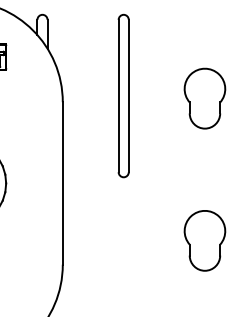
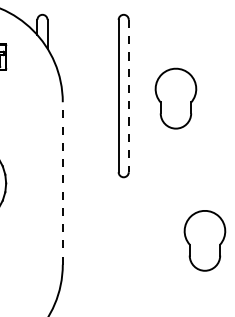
line at (128, 96): solid -> dashed
part at (204, 98) position: (204, 98) -> (175, 98)
line at (62, 182): solid -> dashed
